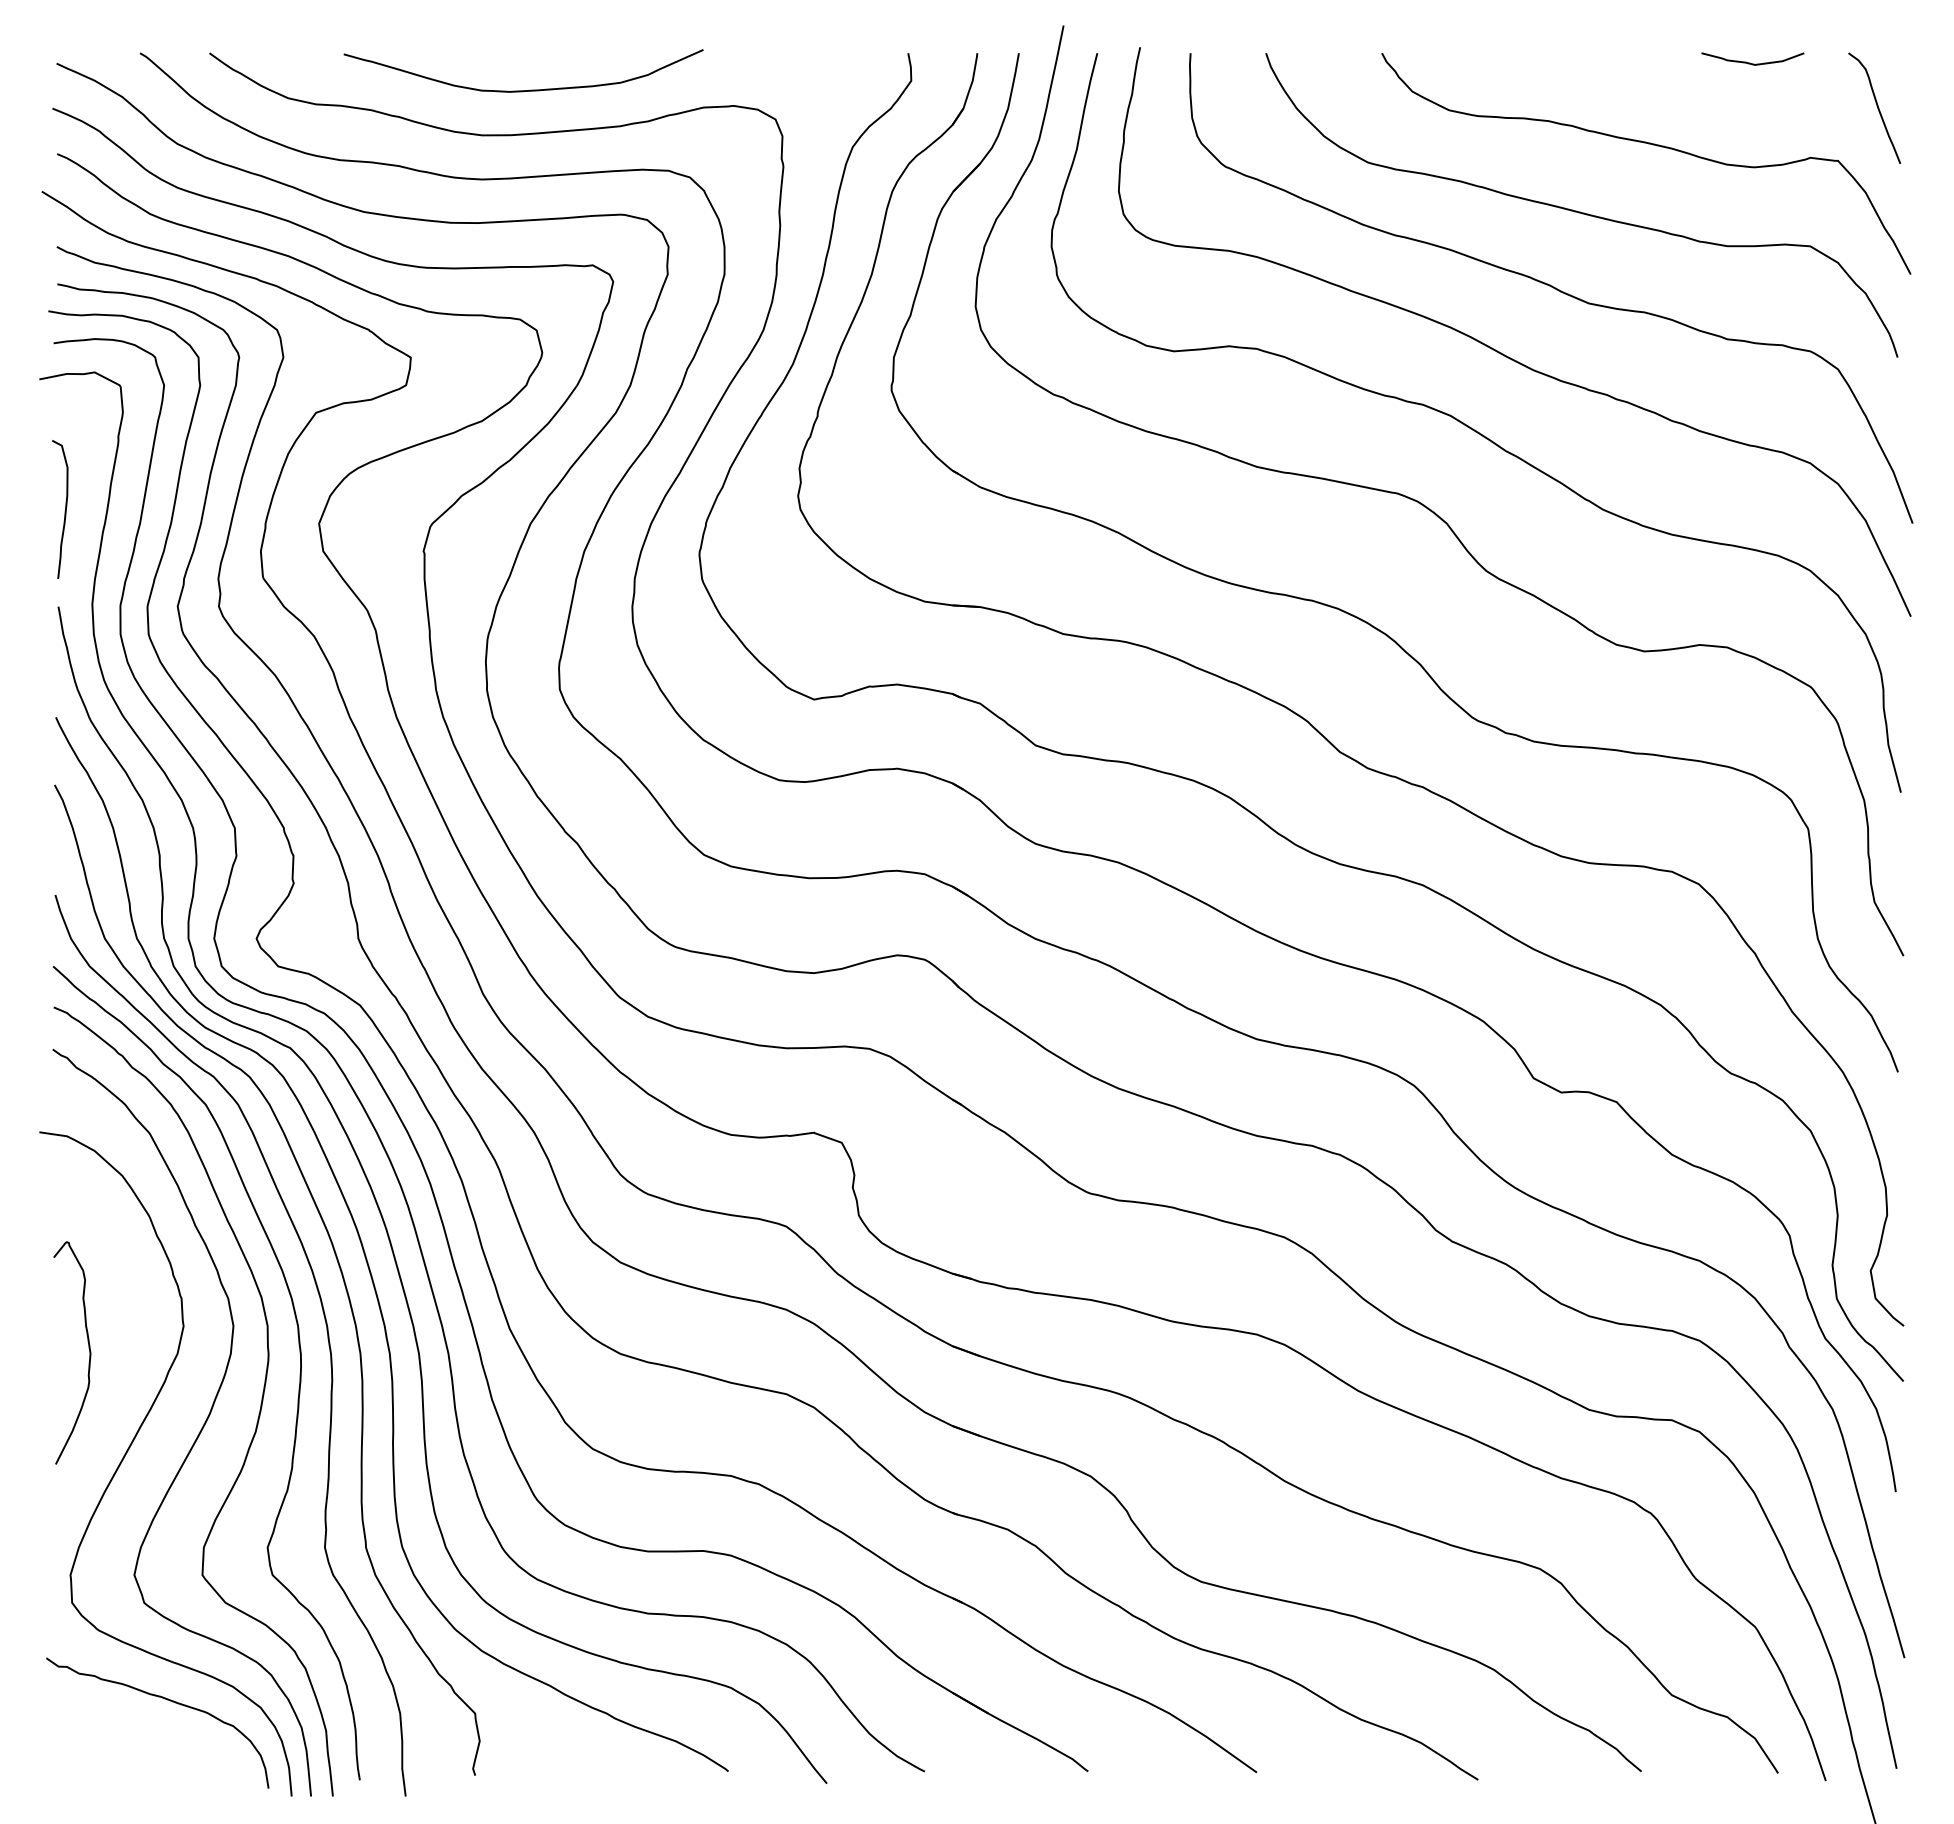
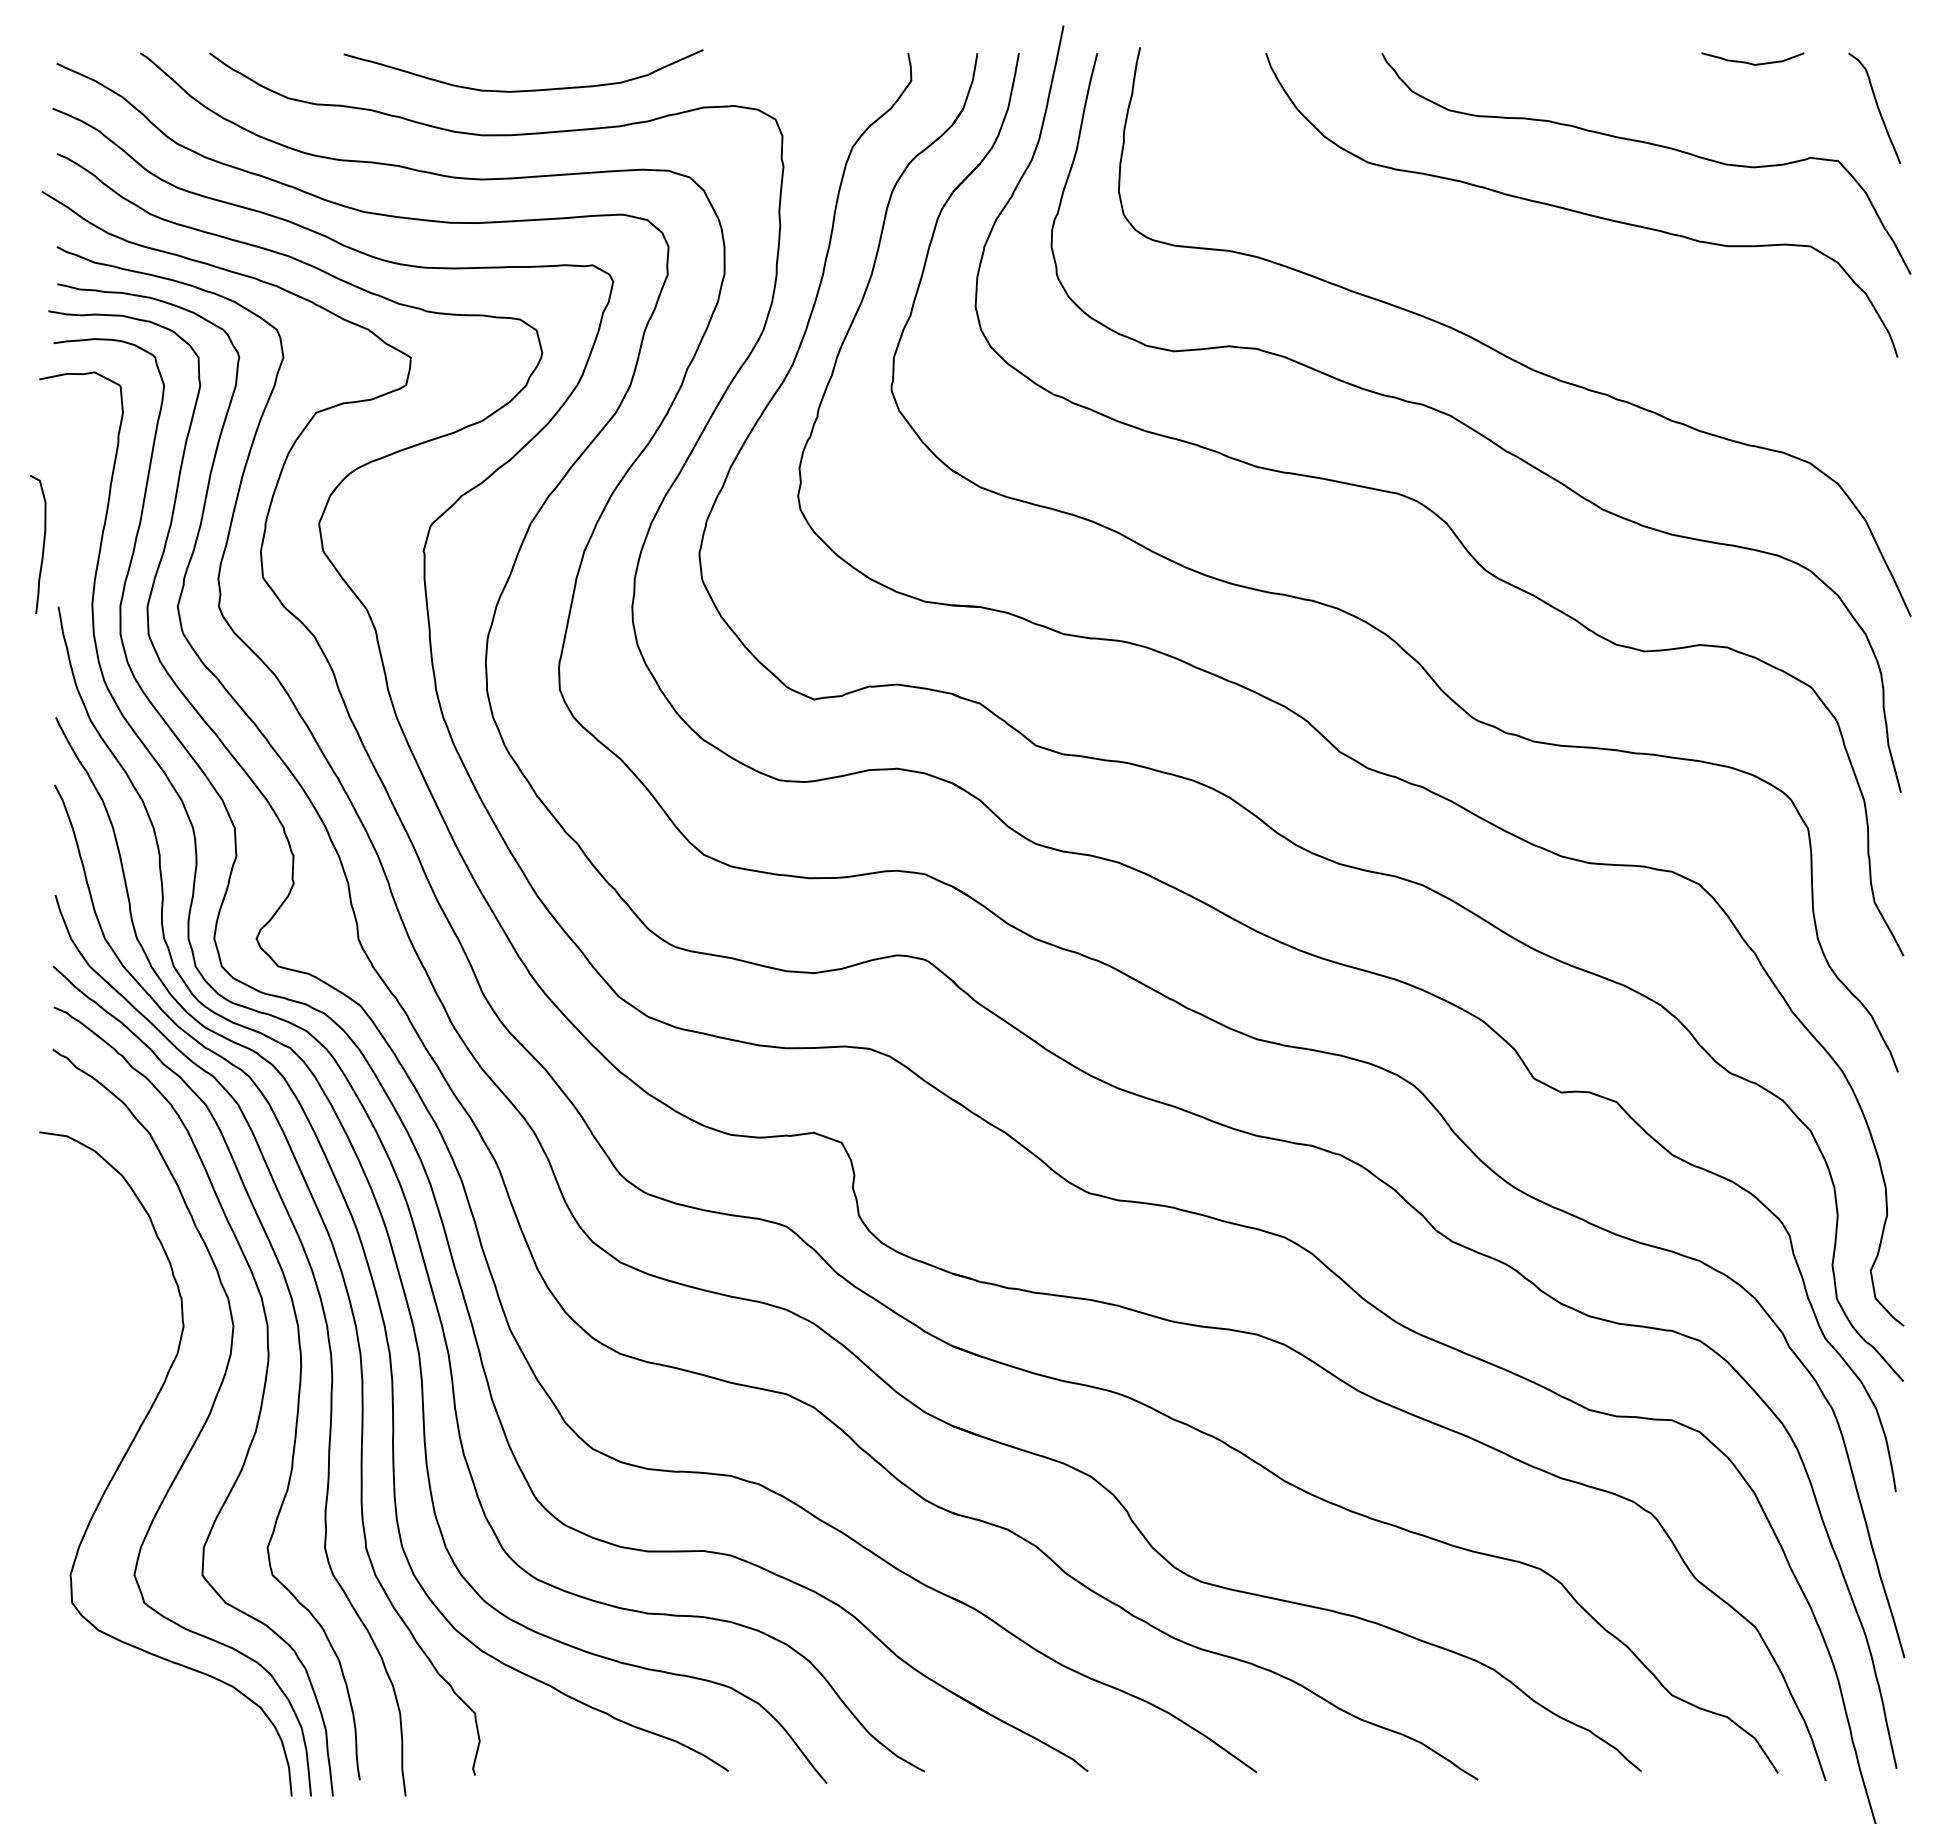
curve at (1551, 287): present -> none
curve at (64, 511) position: (64, 511) -> (42, 546)
curve at (88, 1348): present -> none
curve at (164, 1699): present -> none
